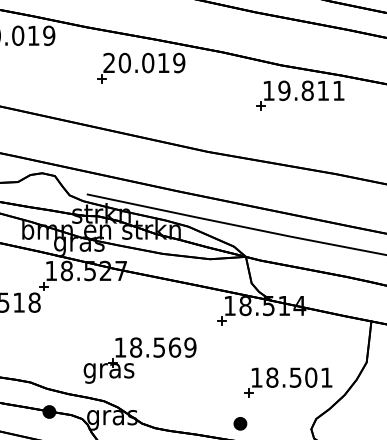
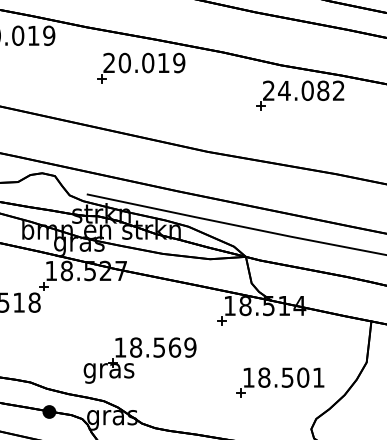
text at (303, 90): 19.811 -> 24.082
part at (288, 382) position: (288, 382) -> (280, 382)
part at (240, 423): present -> none
